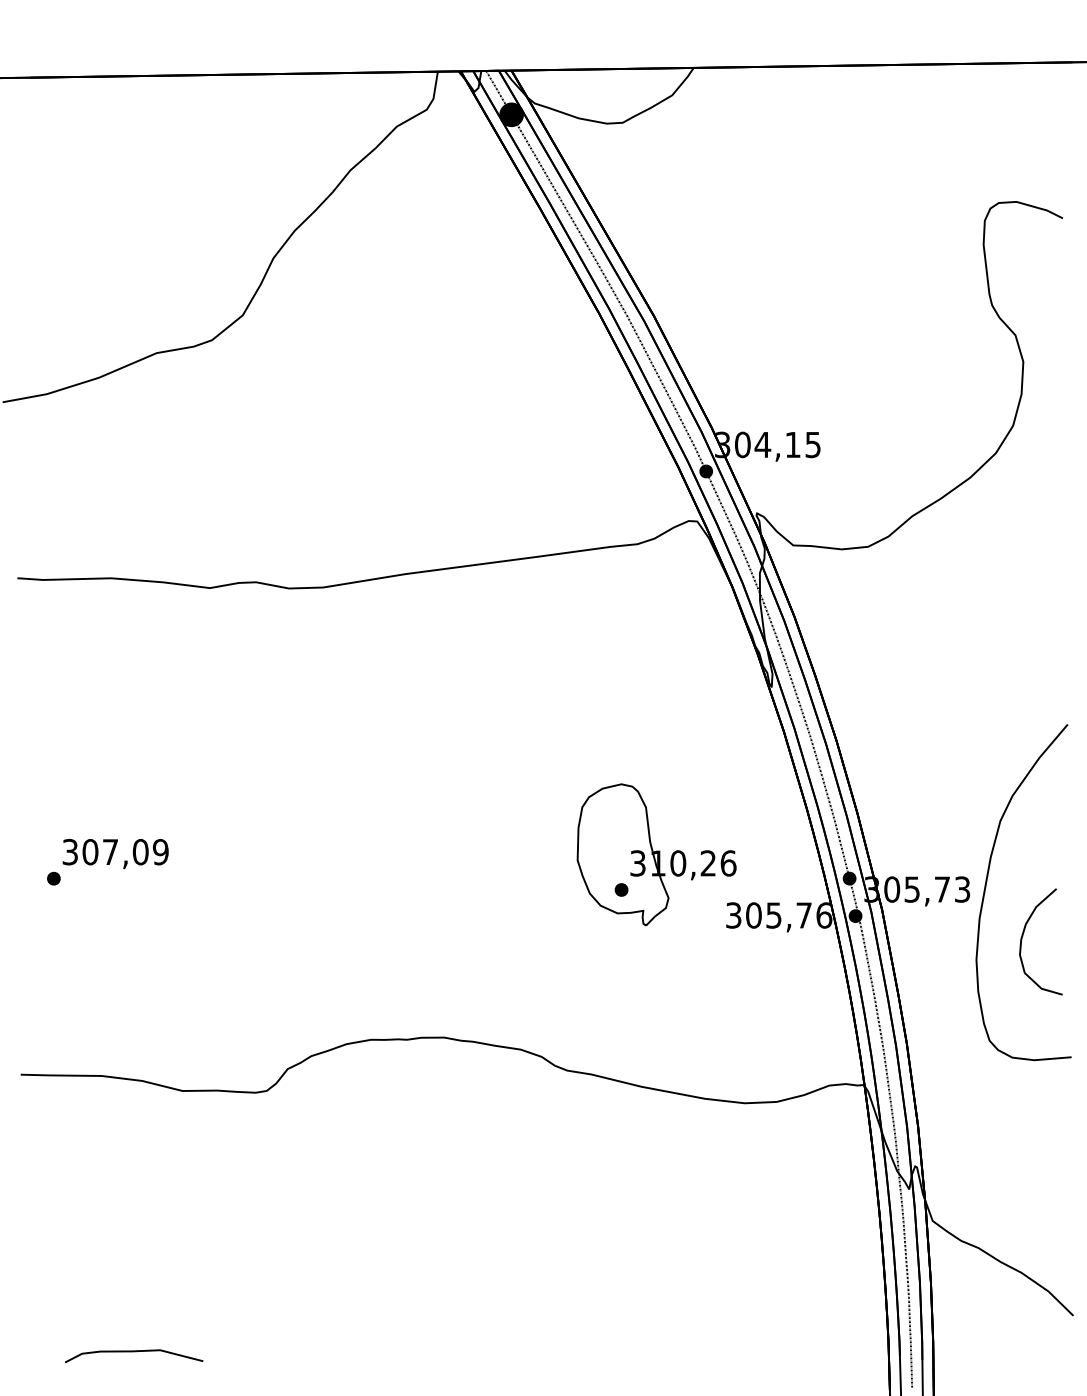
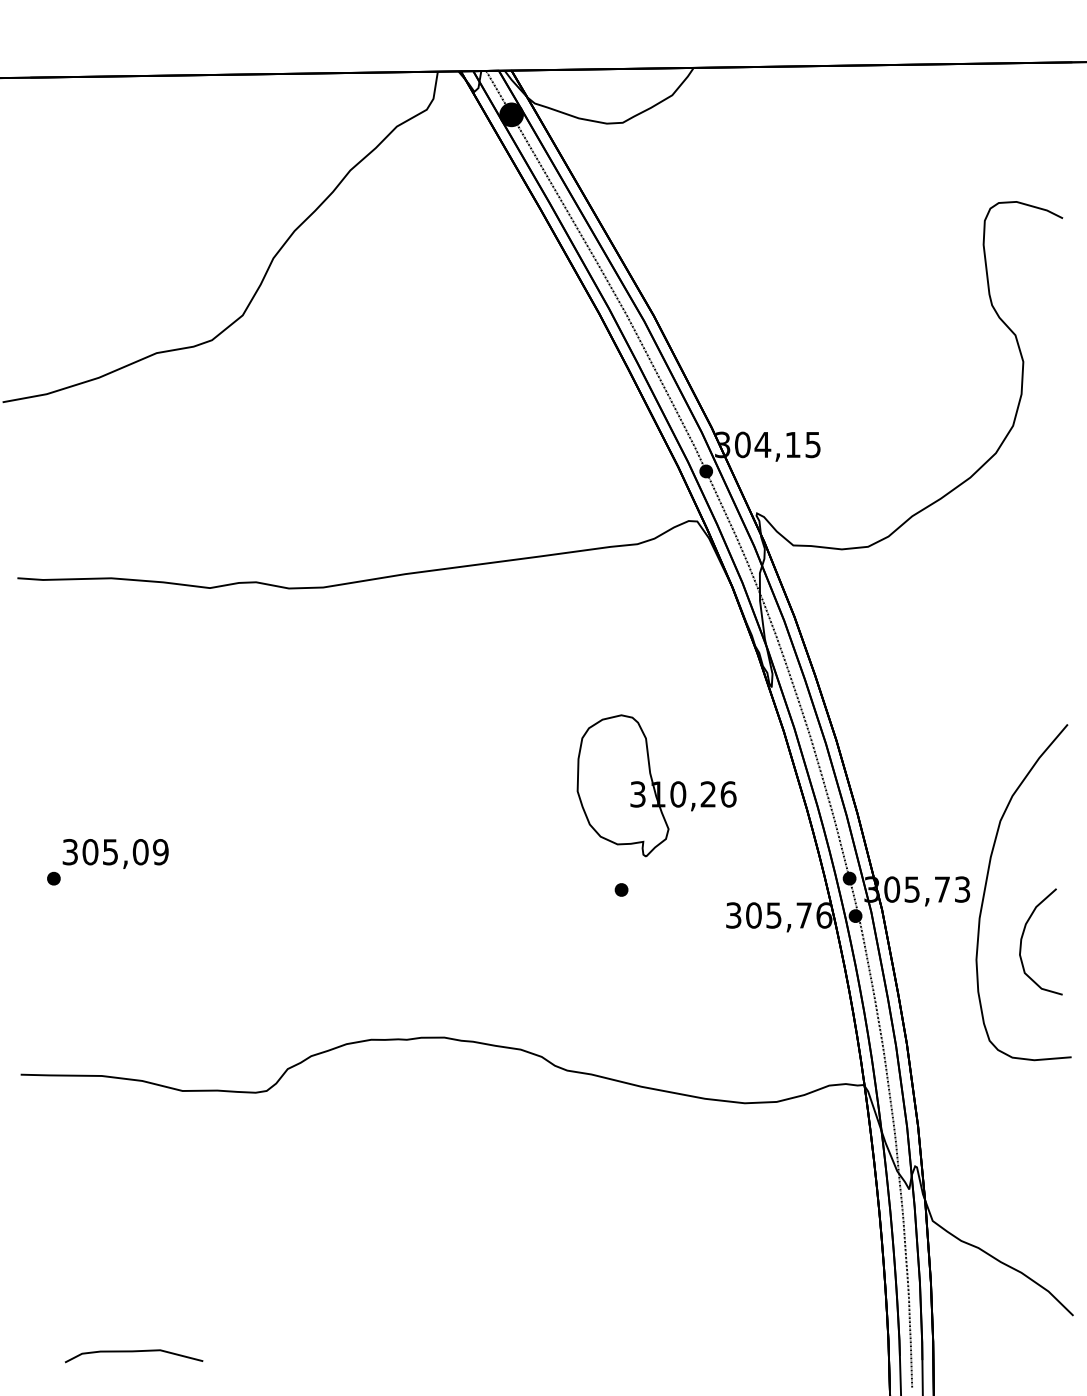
text at (110, 852): 307,09 -> 305,09
part at (656, 854) position: (656, 854) -> (656, 785)
